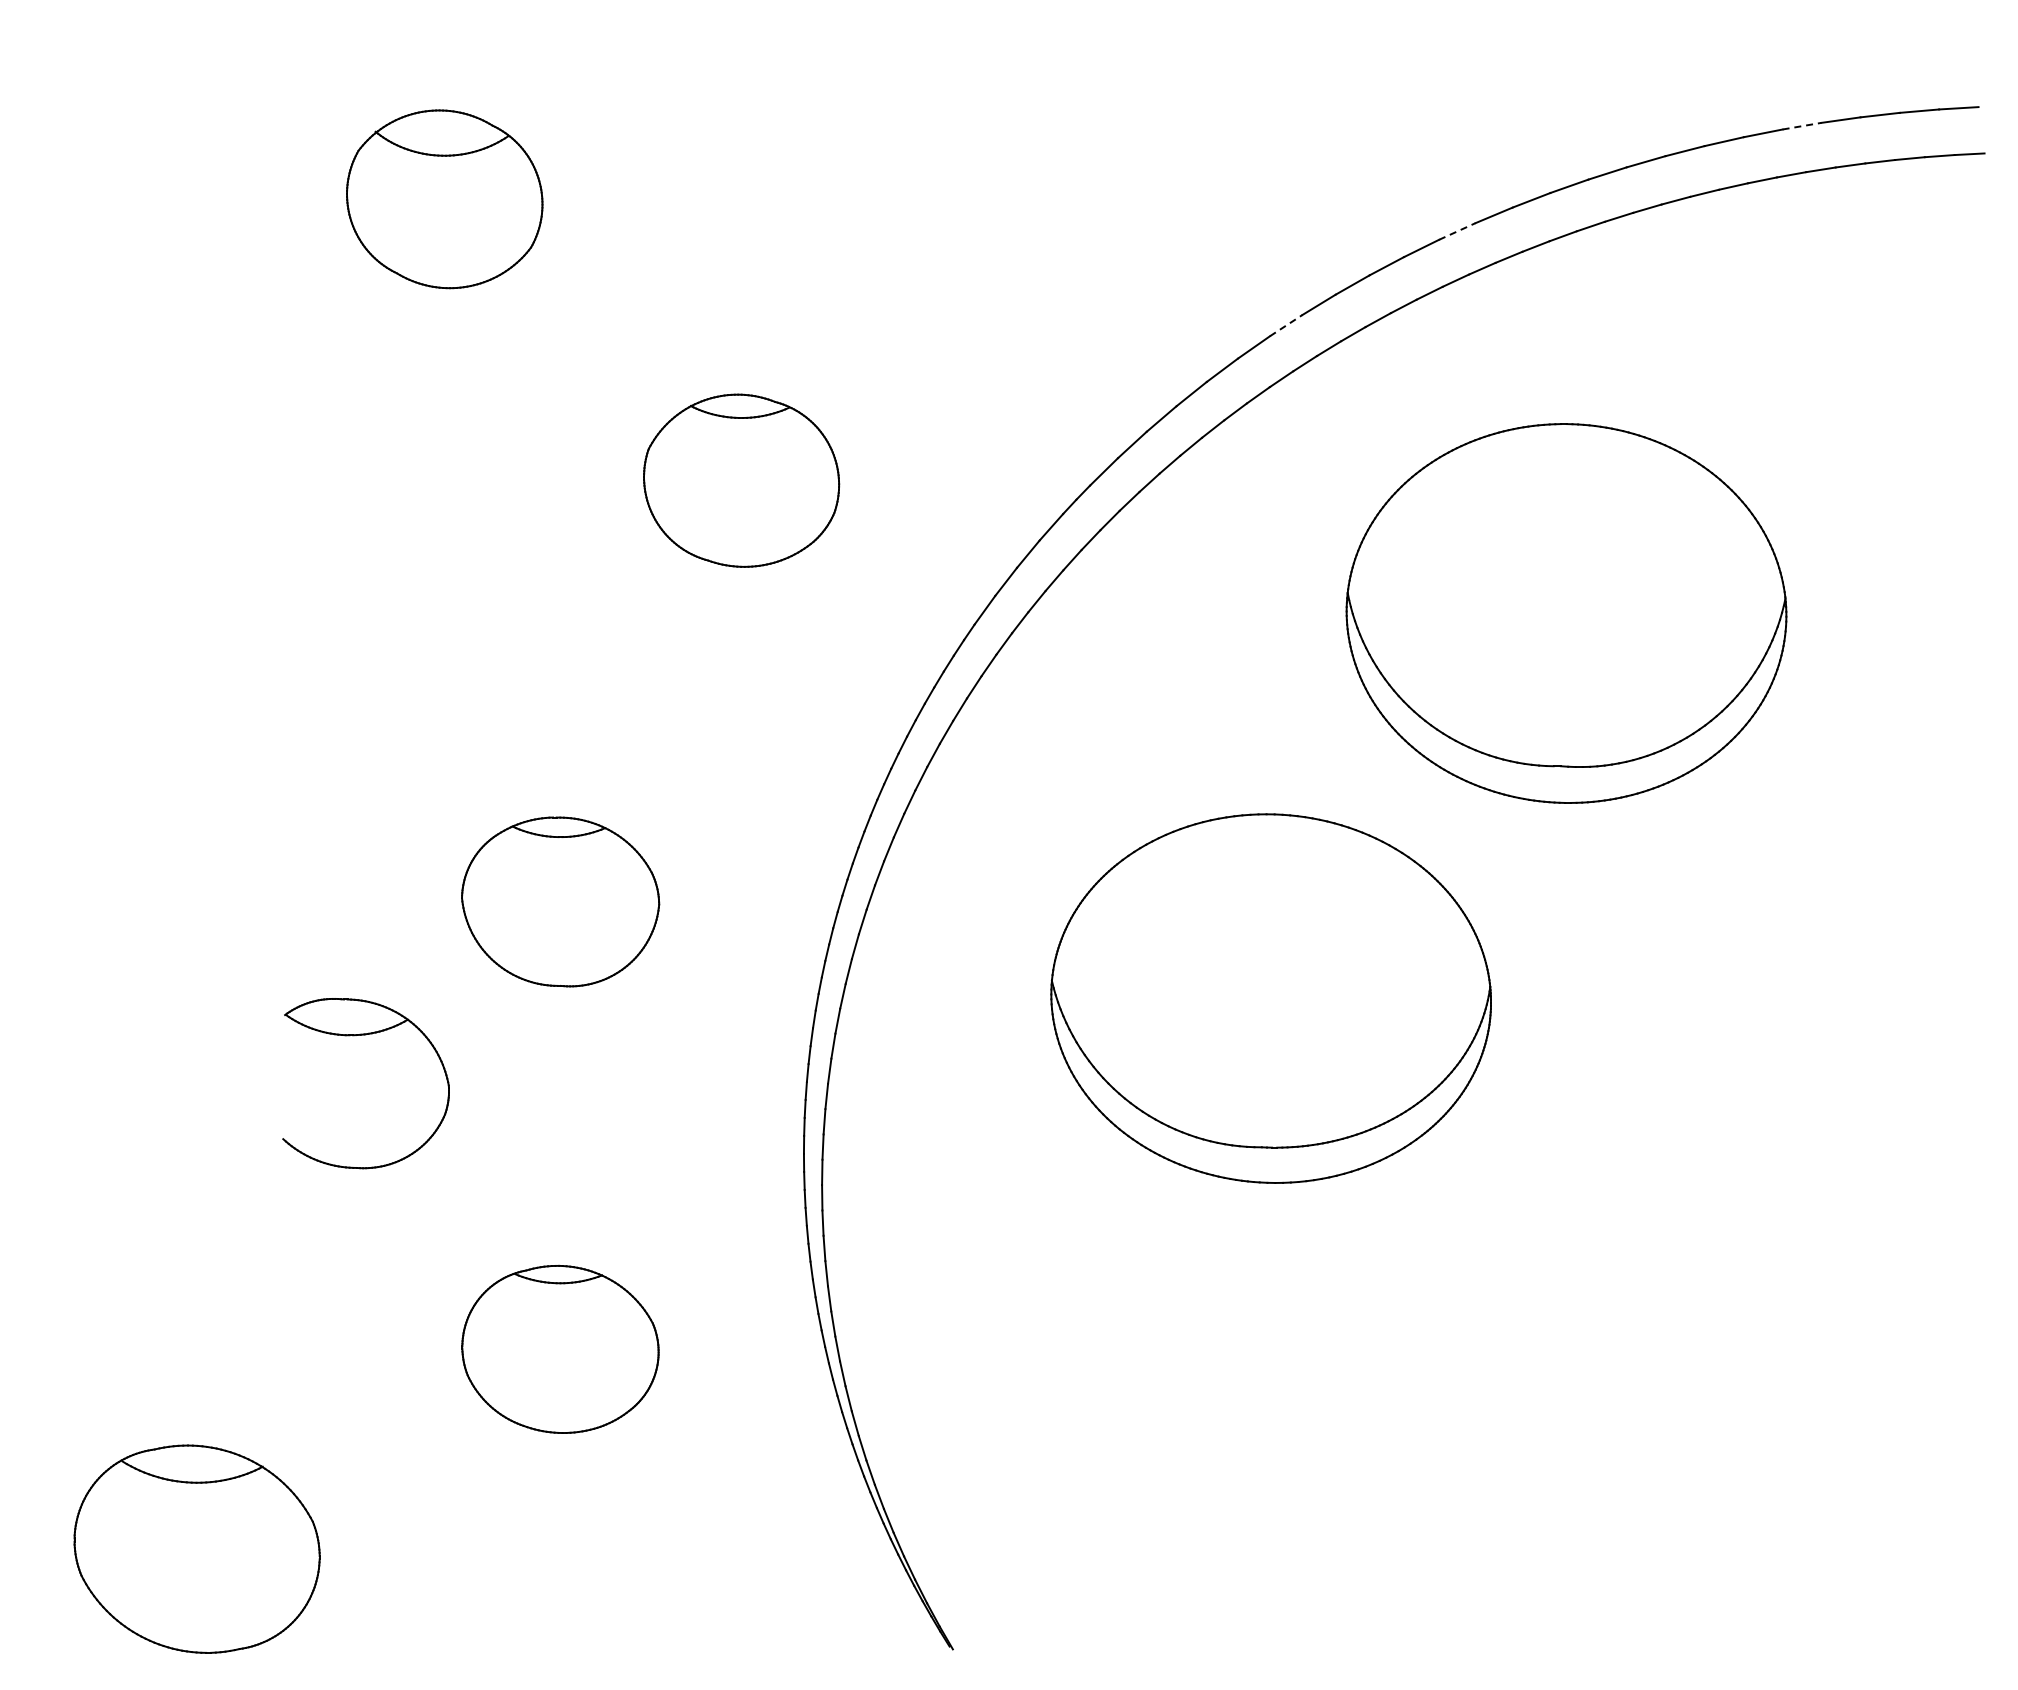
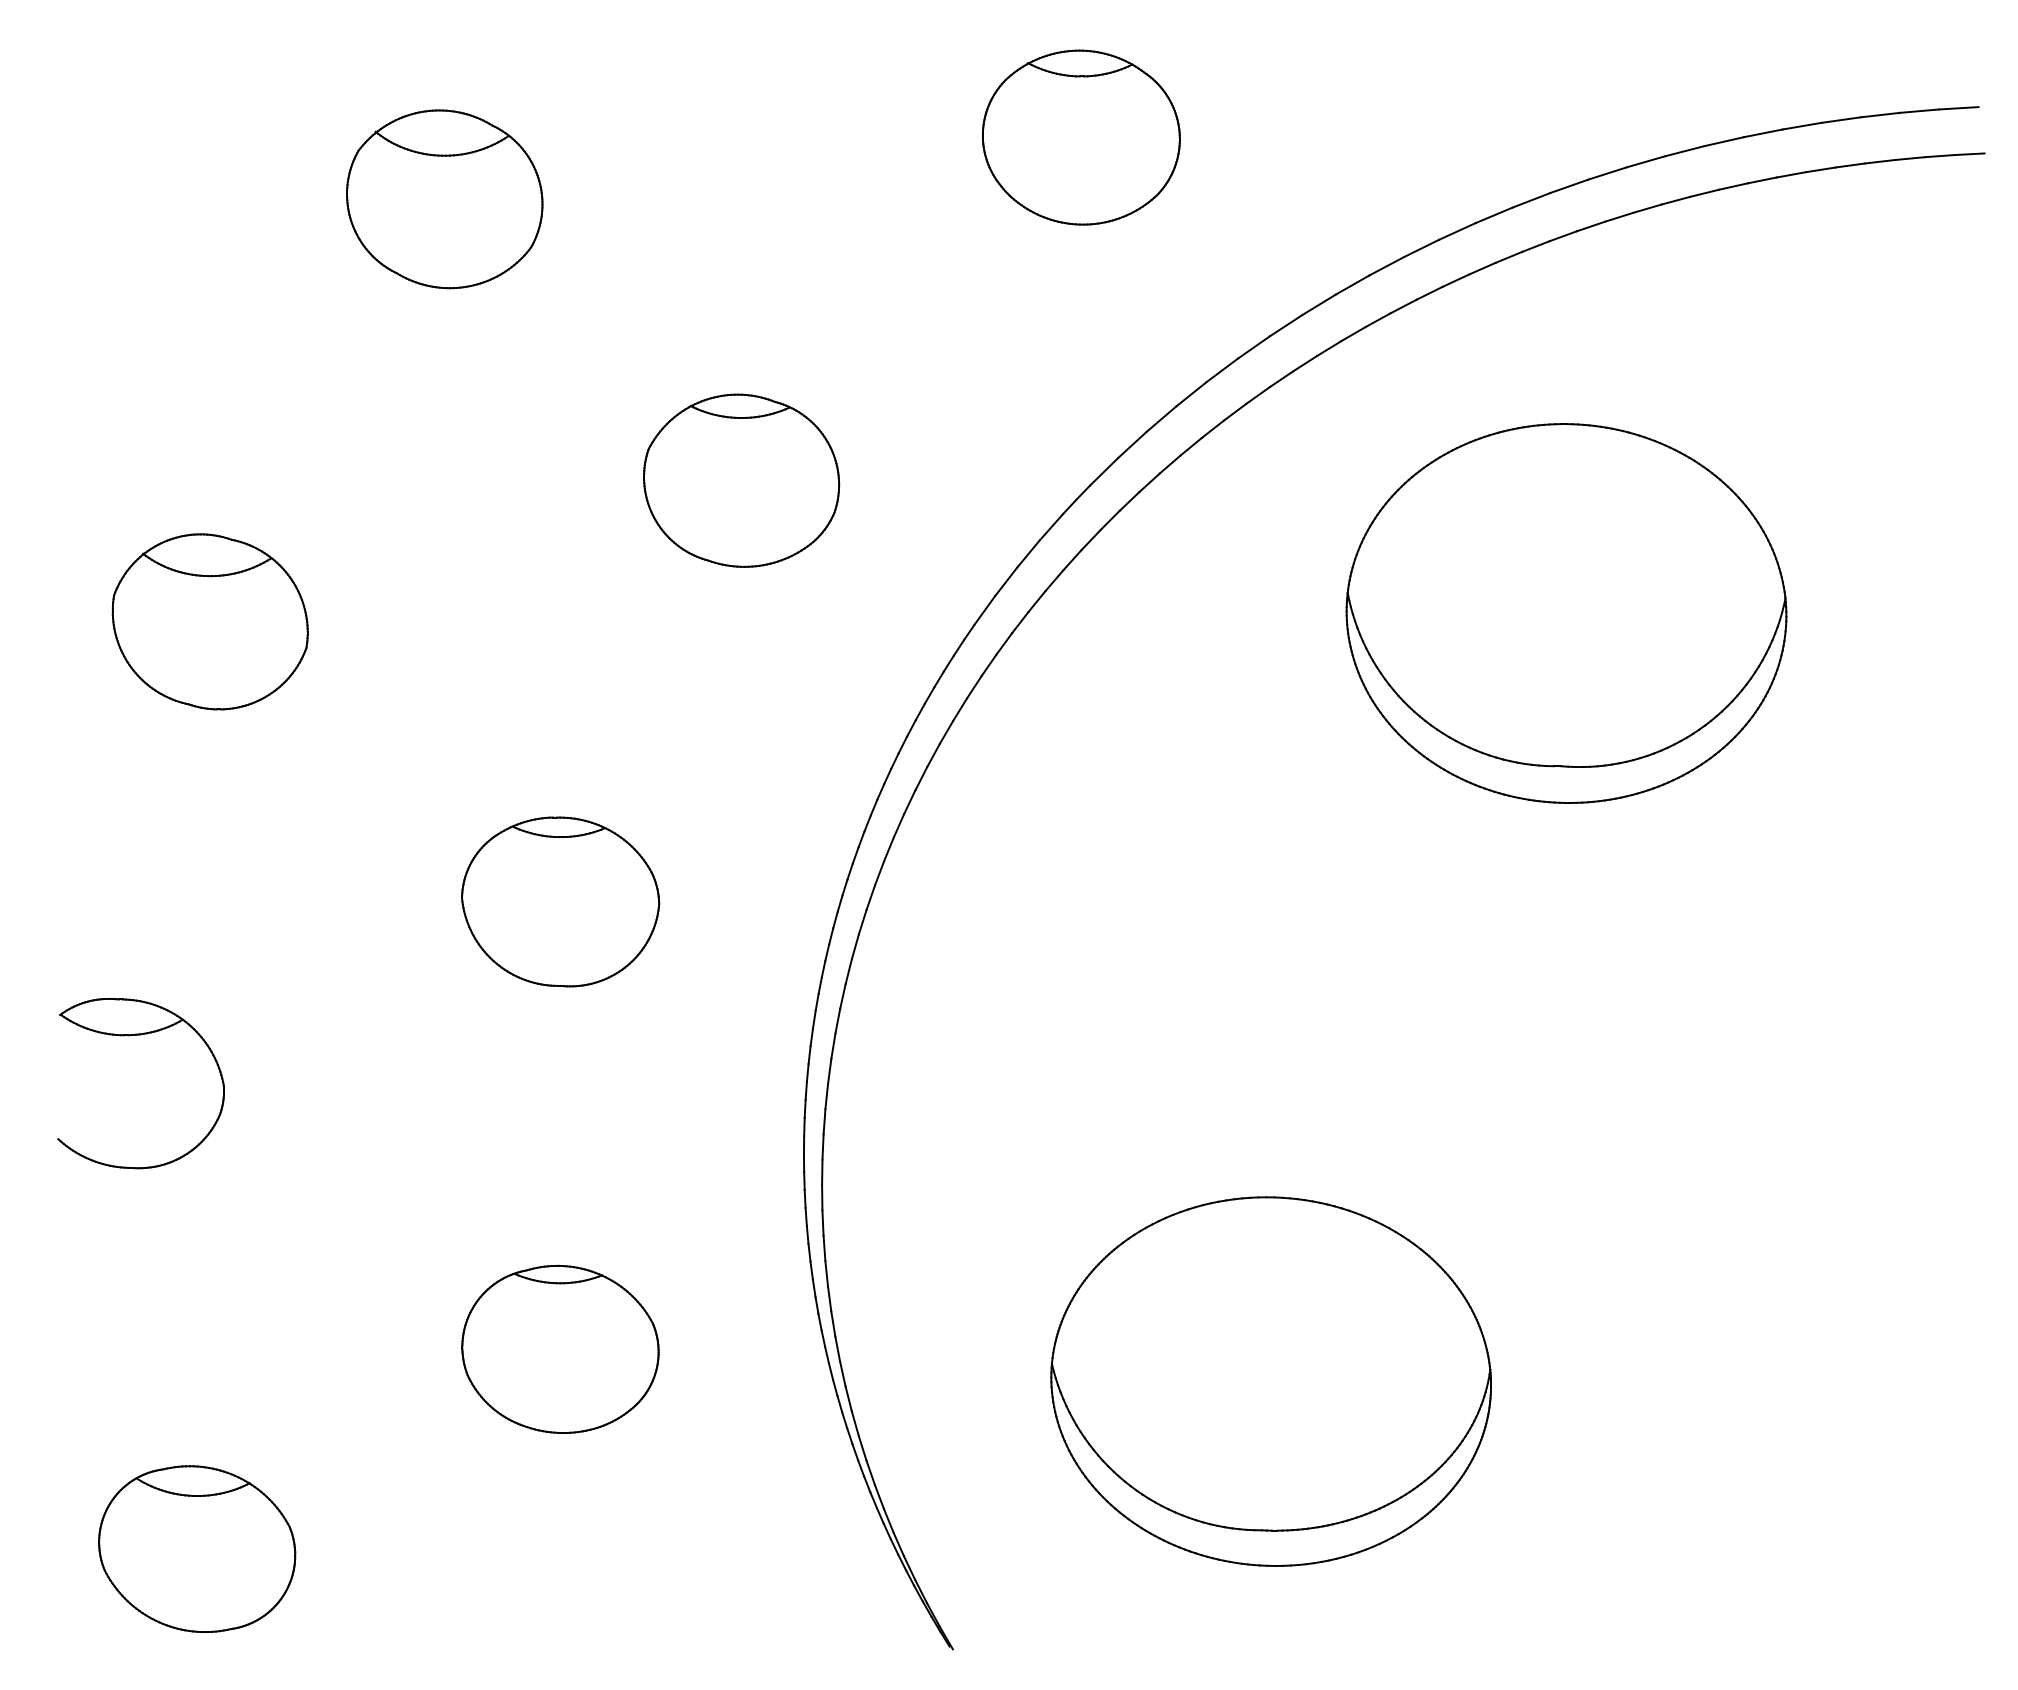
line at (1802, 126): dashed -> solid
part at (1081, 137): none -> present
line at (1457, 231): dashed -> solid
line at (1286, 325): dashed -> solid
part at (209, 621): none -> present
part at (1270, 998) position: (1270, 998) -> (1270, 1381)
part at (365, 1035) position: (365, 1035) -> (140, 1035)
part at (196, 1548) size: 248x210 px -> 199x168 px
